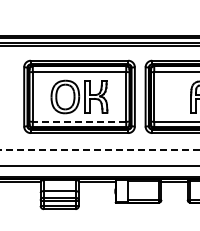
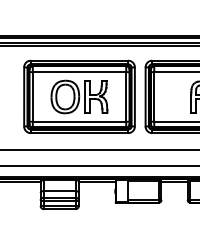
line at (79, 121): dashed -> solid
line at (99, 149): dashed -> solid
